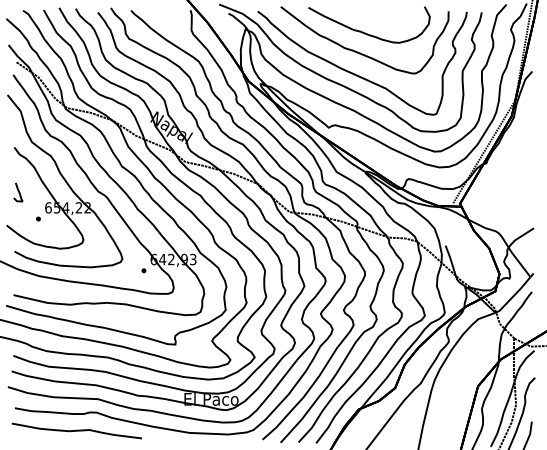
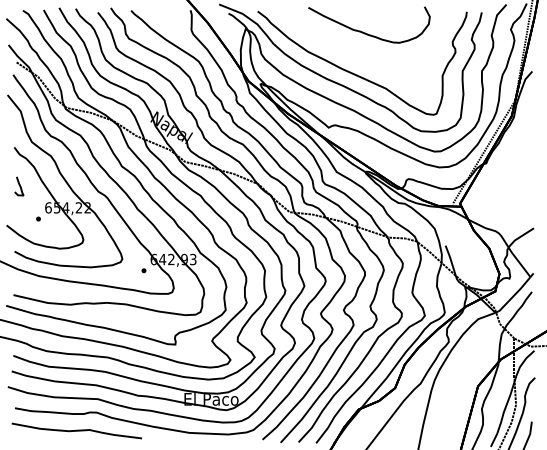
curve at (358, 51): present -> none
curve at (18, 192) position: (18, 192) -> (19, 186)
